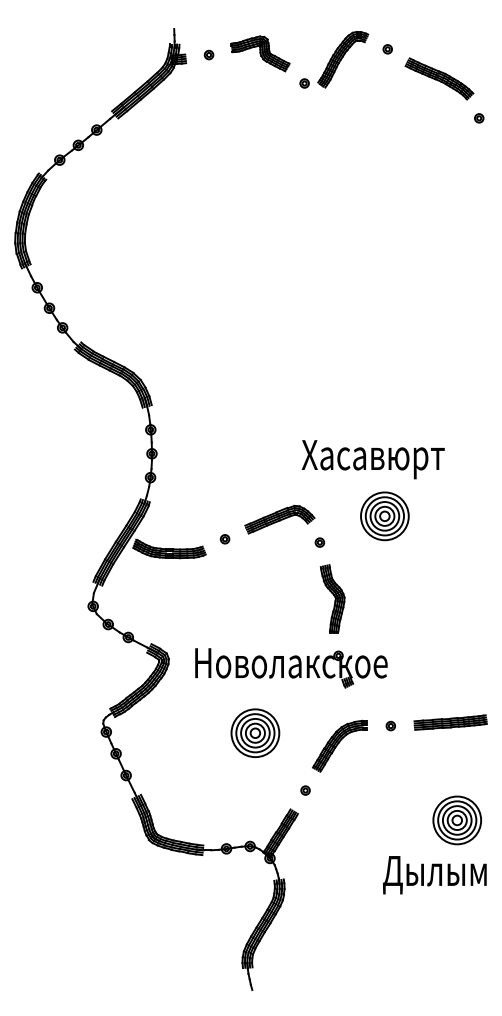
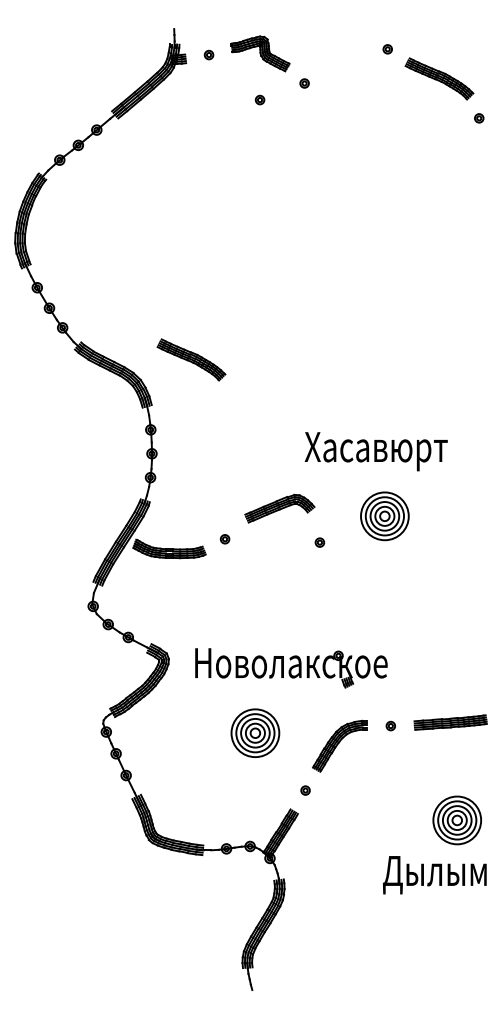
part at (343, 59): present -> none
part at (259, 99): none -> present
part at (191, 359): none -> present
text at (372, 459) position: (372, 459) -> (375, 451)
part at (279, 519) position: (279, 519) -> (279, 508)
part at (332, 598): present -> none
